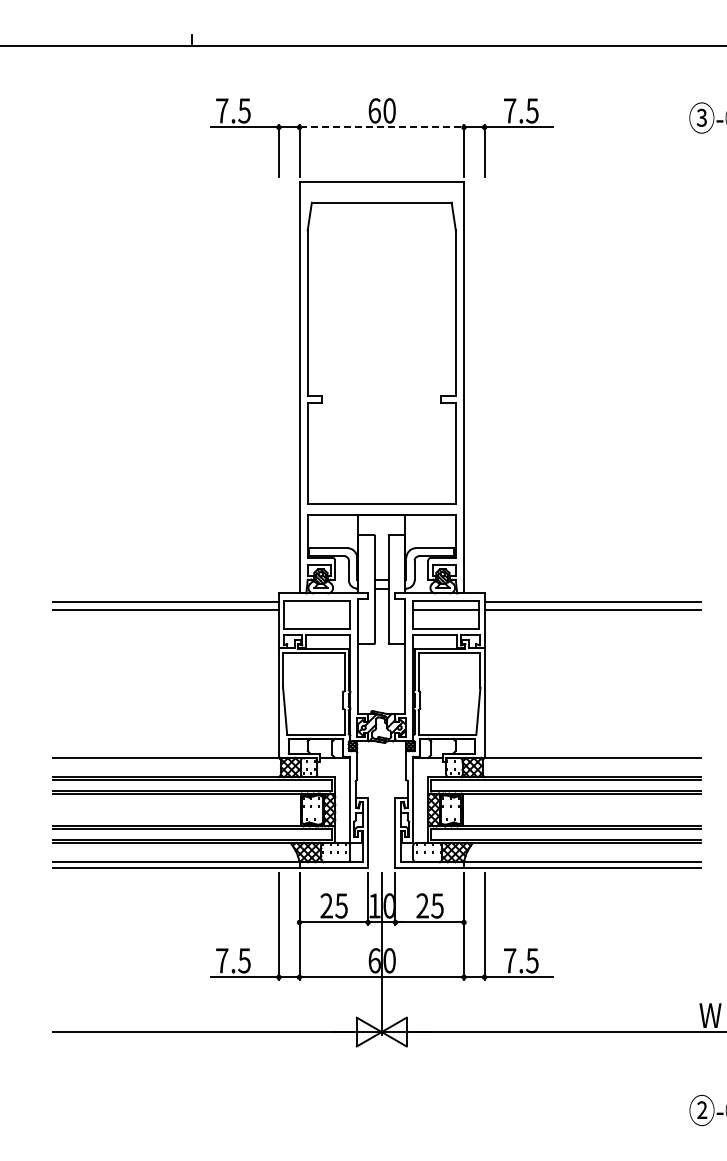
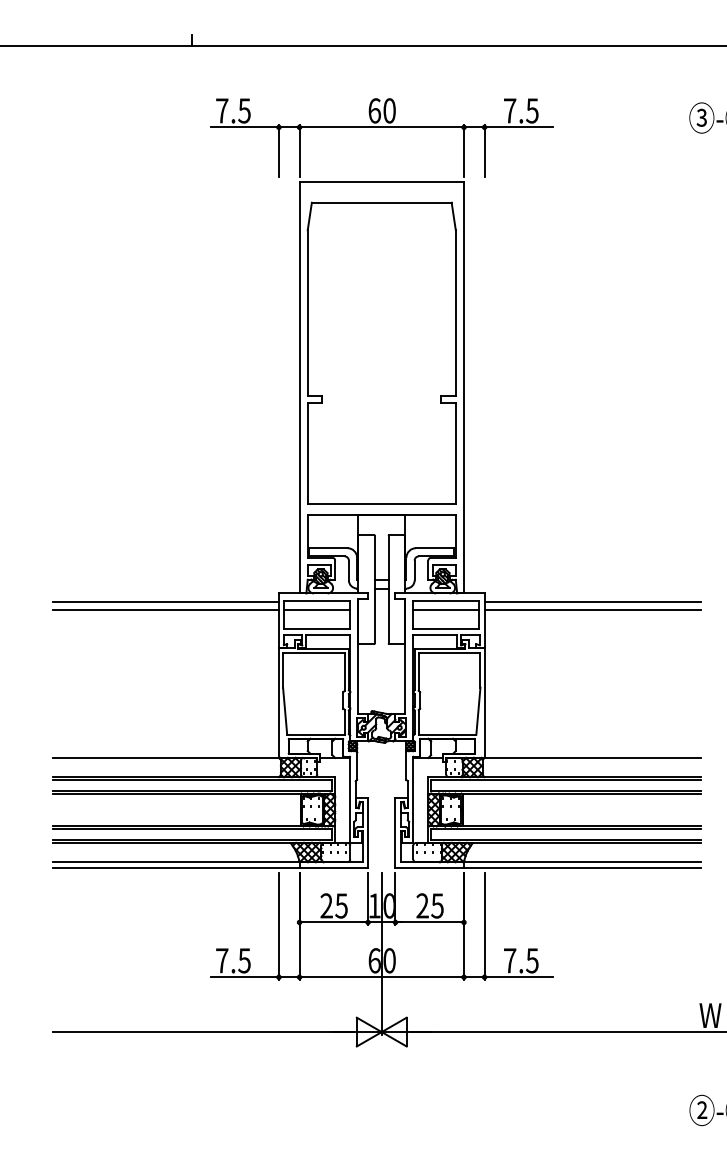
line at (382, 127): dashed -> solid
line at (317, 609): none -> present
